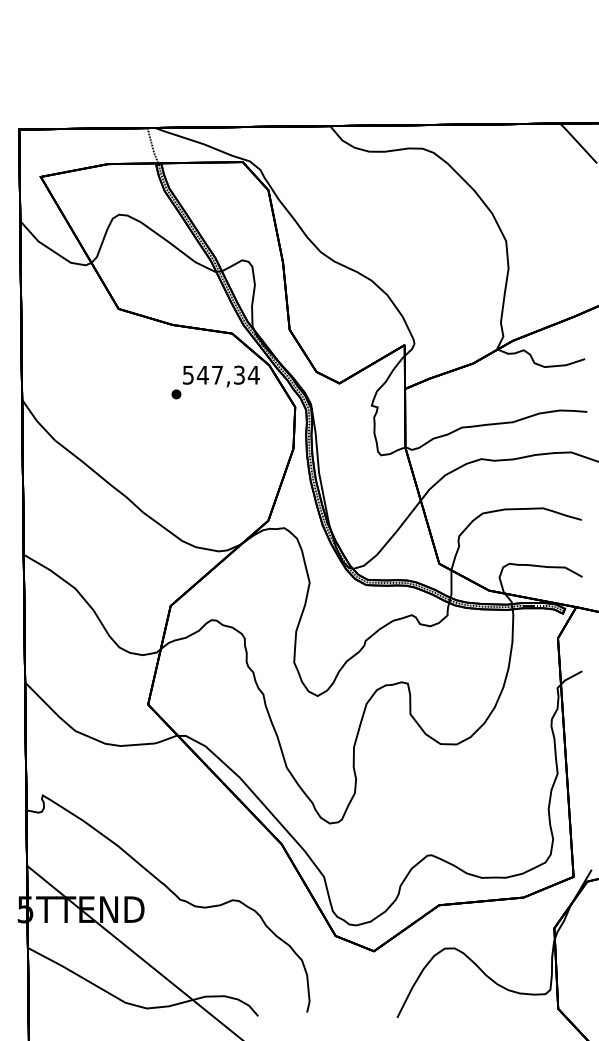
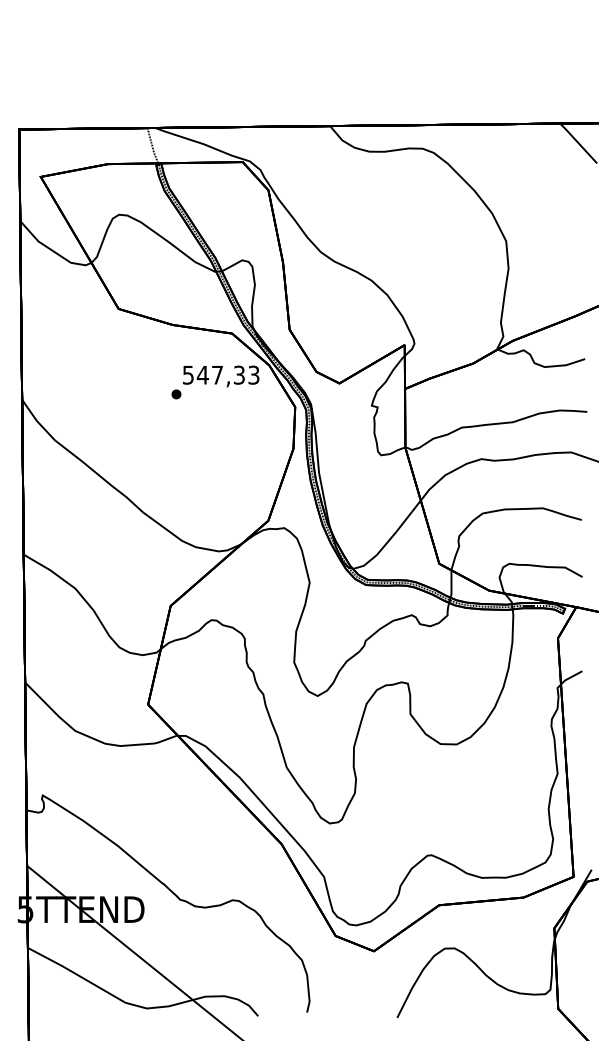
text at (253, 374): 547,34 -> 547,33
